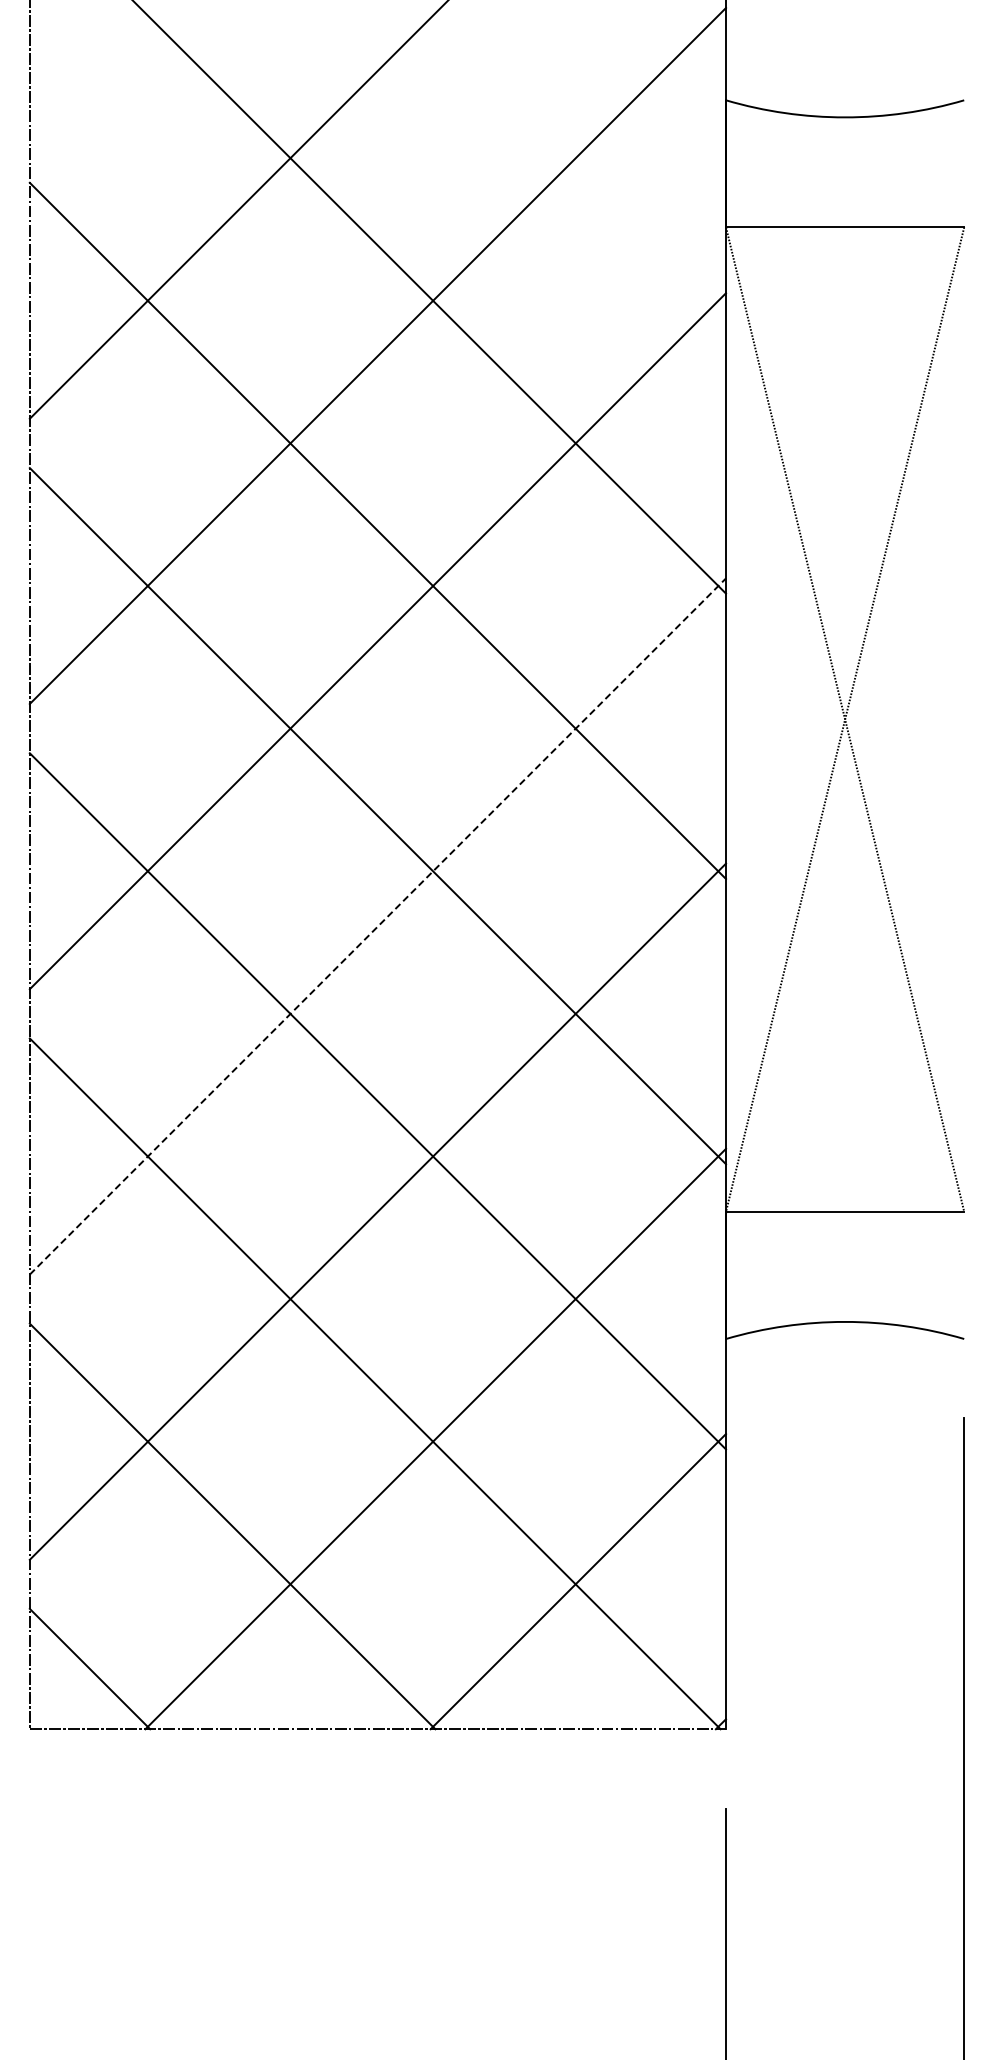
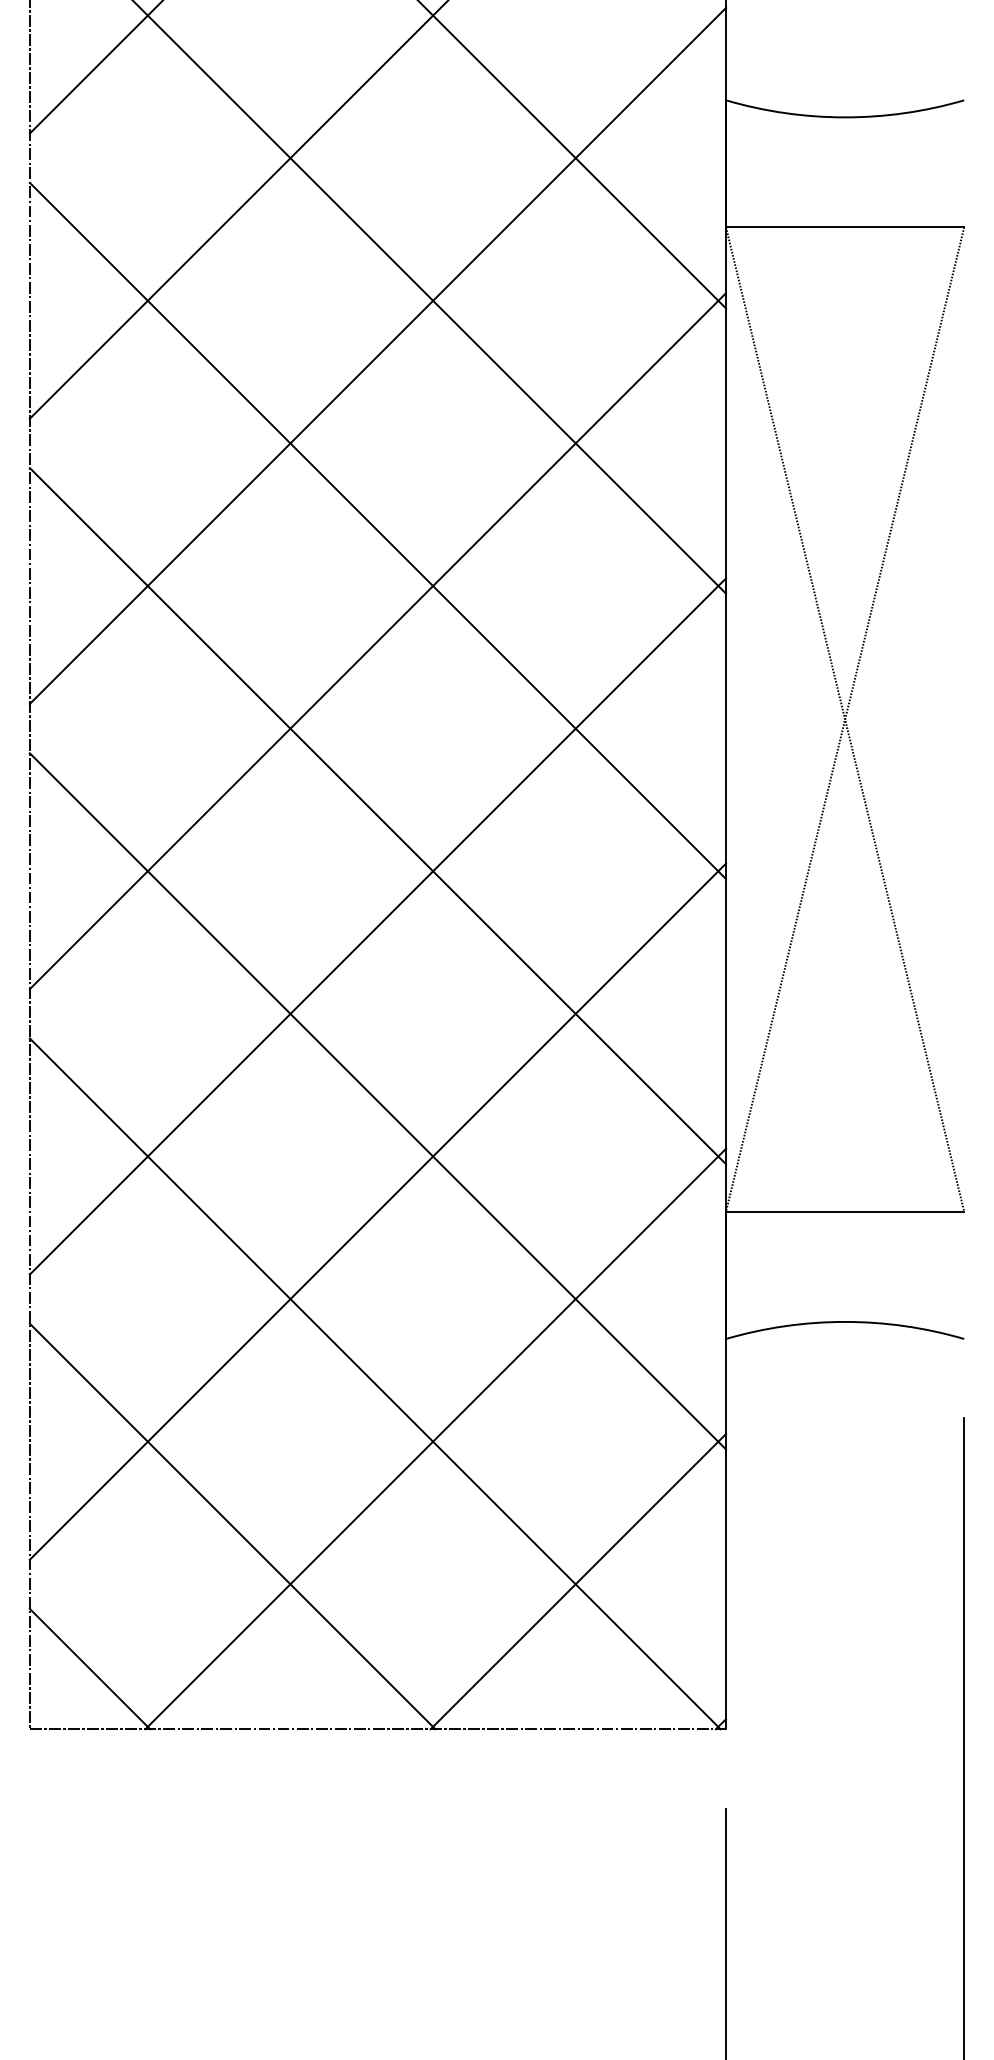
line at (95, 67): none -> present
line at (572, 155): none -> present
line at (378, 926): dashed -> solid
